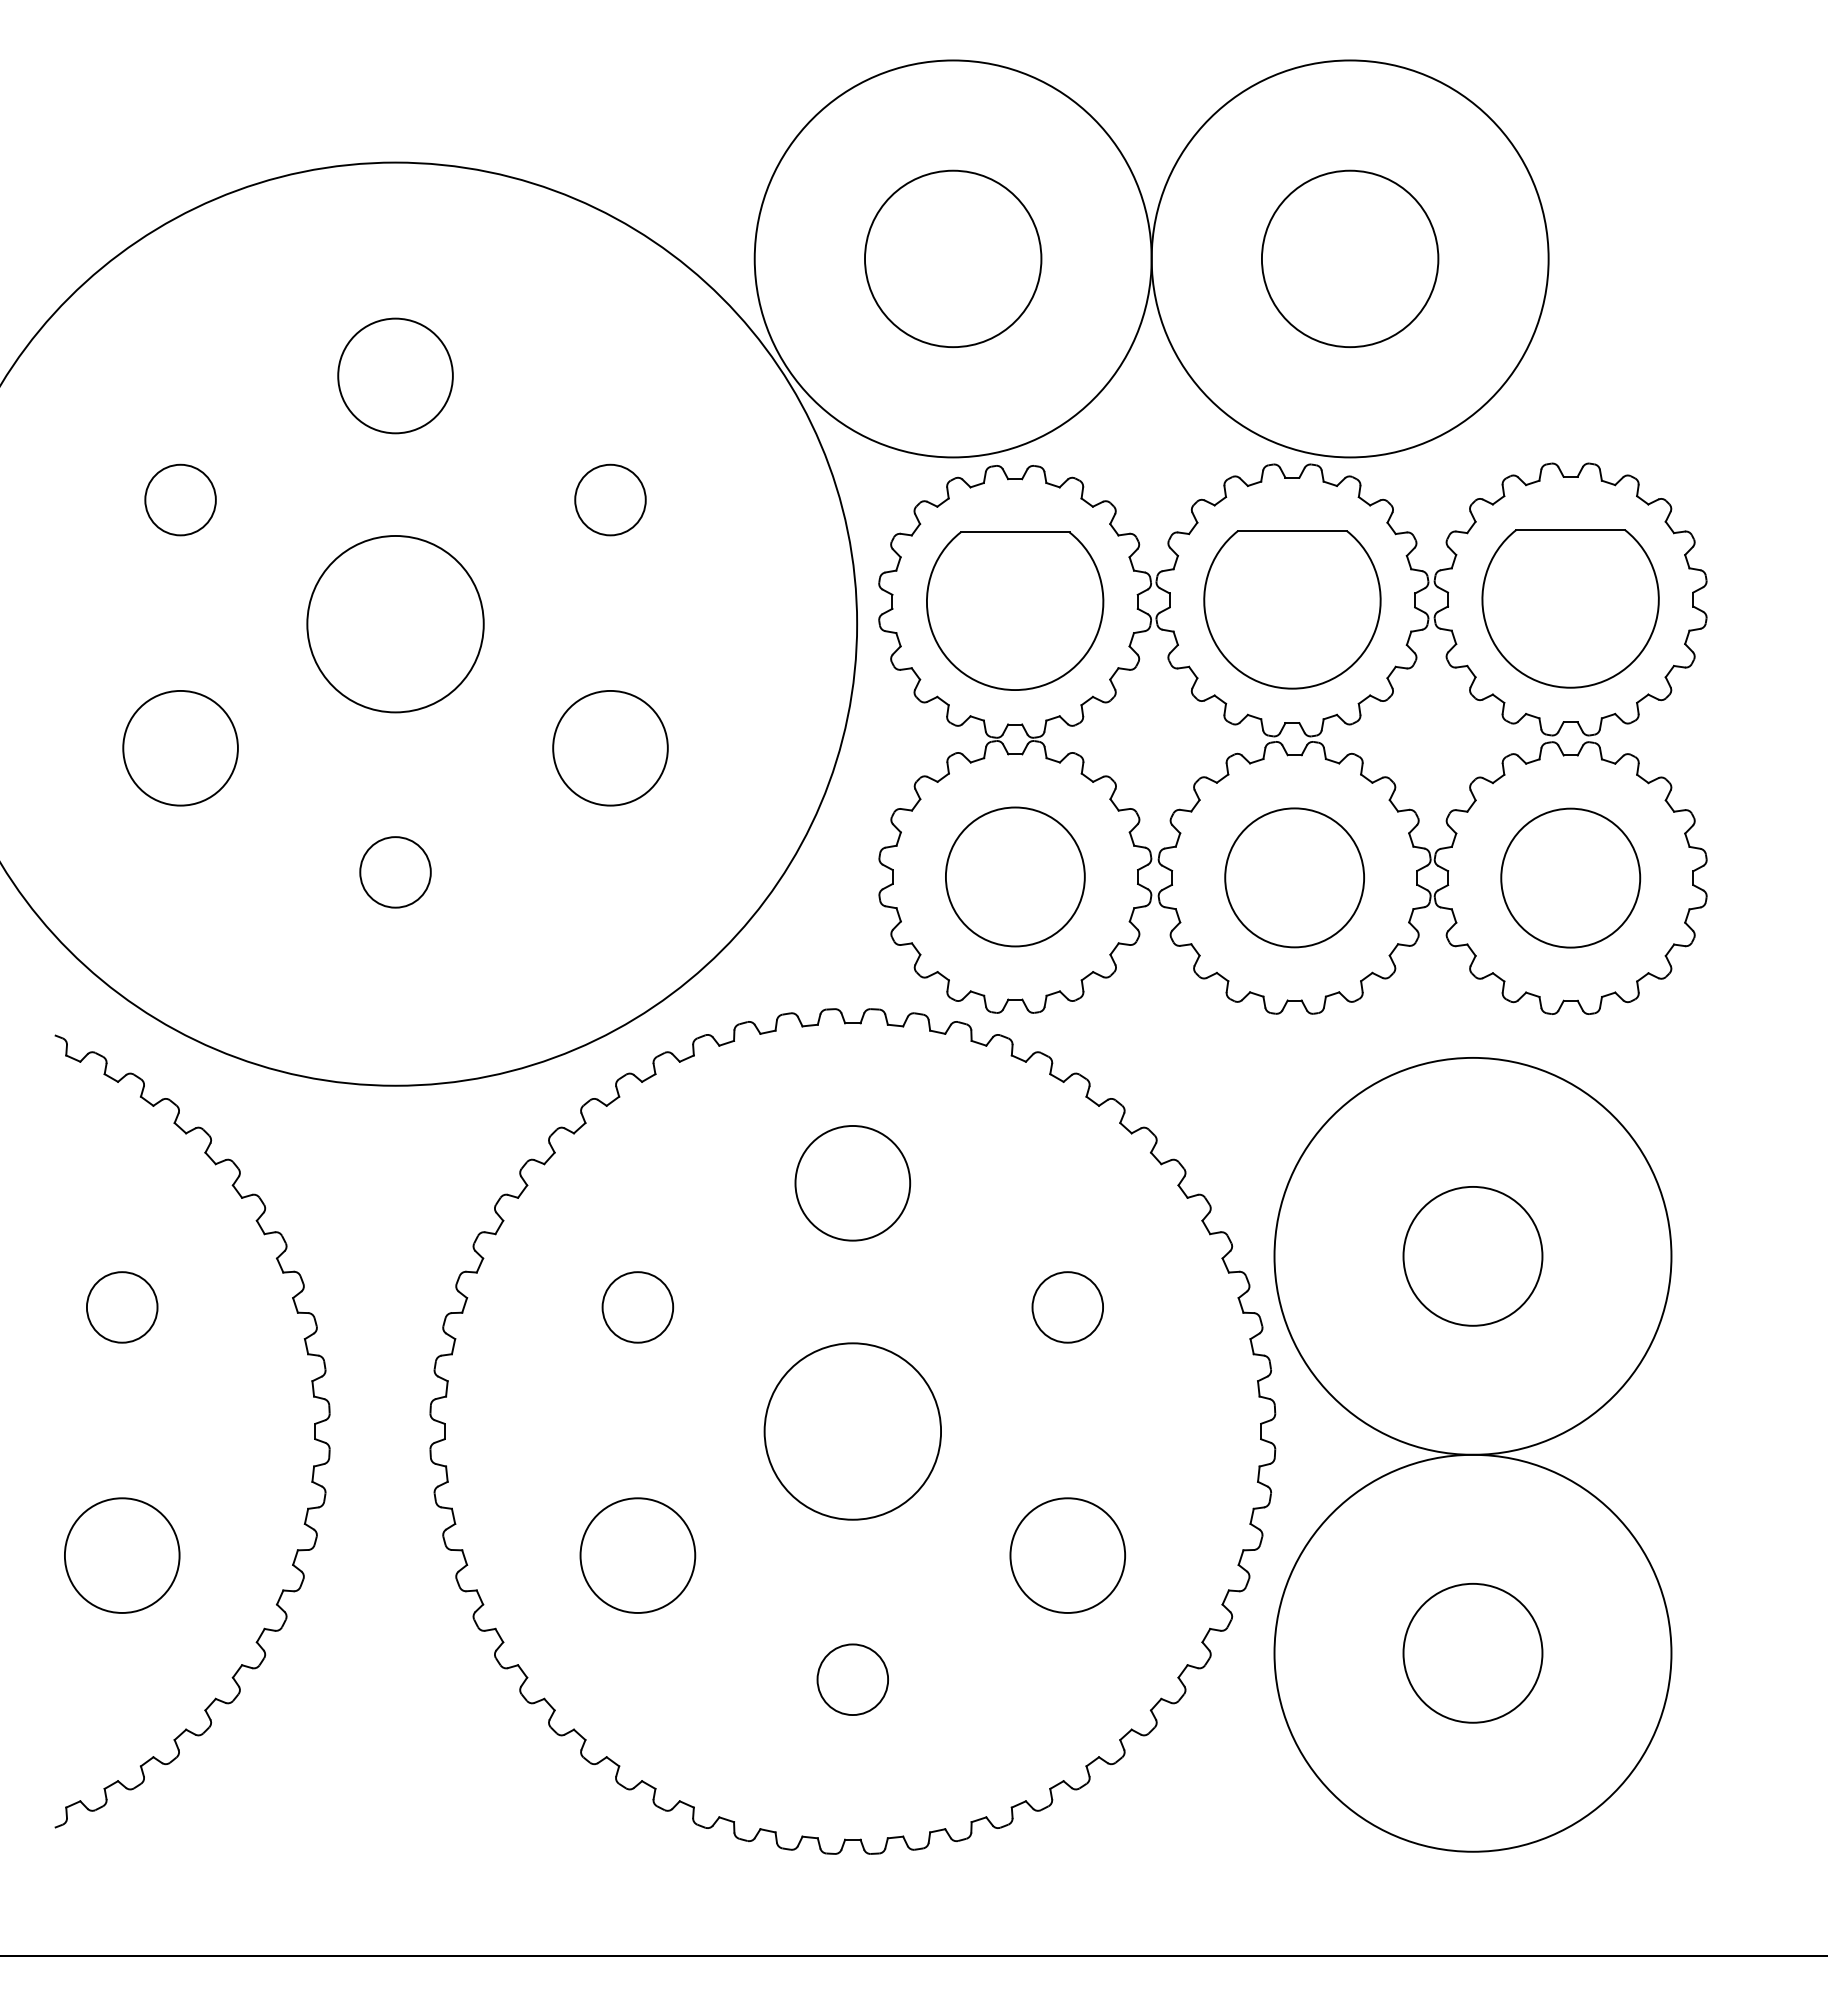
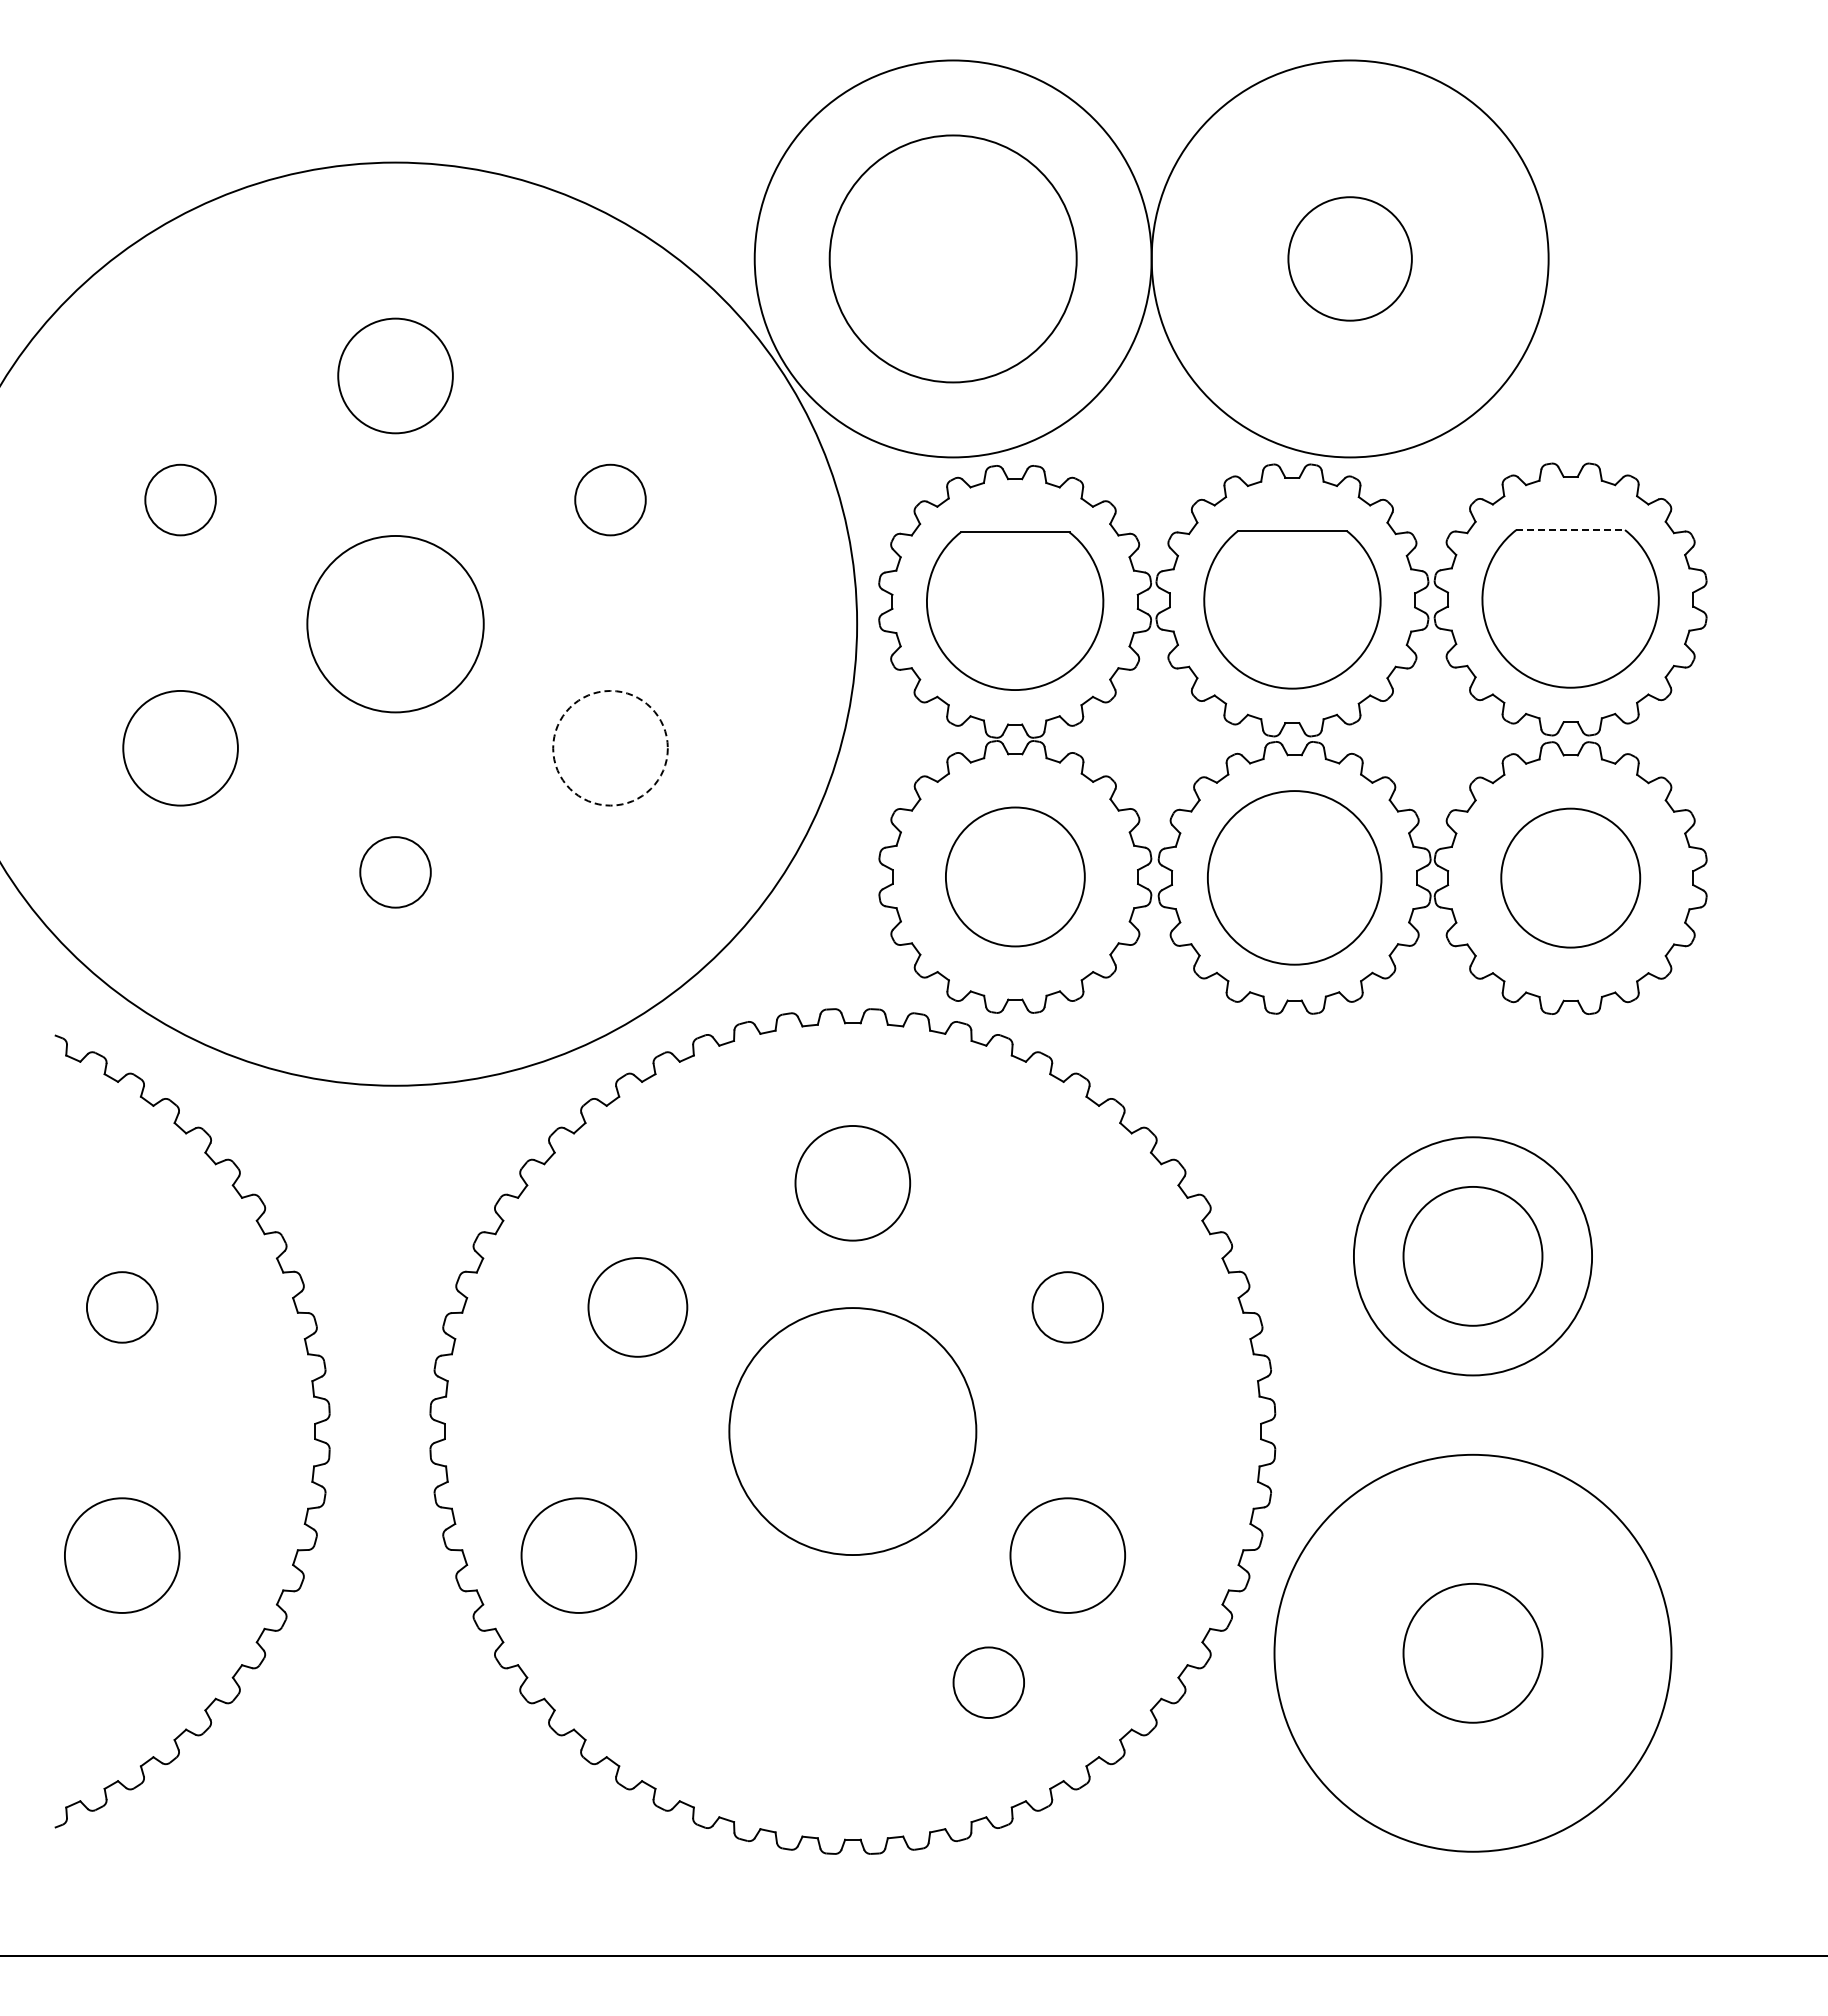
circle at (953, 258) diameter: 176 px -> 247 px
circle at (1349, 258) diameter: 176 px -> 123 px
line at (1571, 530): solid -> dashed
circle at (610, 747): solid -> dashed
circle at (1294, 877) diameter: 139 px -> 174 px
circle at (1472, 1255) diameter: 397 px -> 238 px
circle at (637, 1307) diameter: 71 px -> 99 px
circle at (852, 1431) diameter: 176 px -> 247 px
circle at (637, 1555) position: (637, 1555) -> (578, 1555)
circle at (852, 1679) position: (852, 1679) -> (988, 1682)
